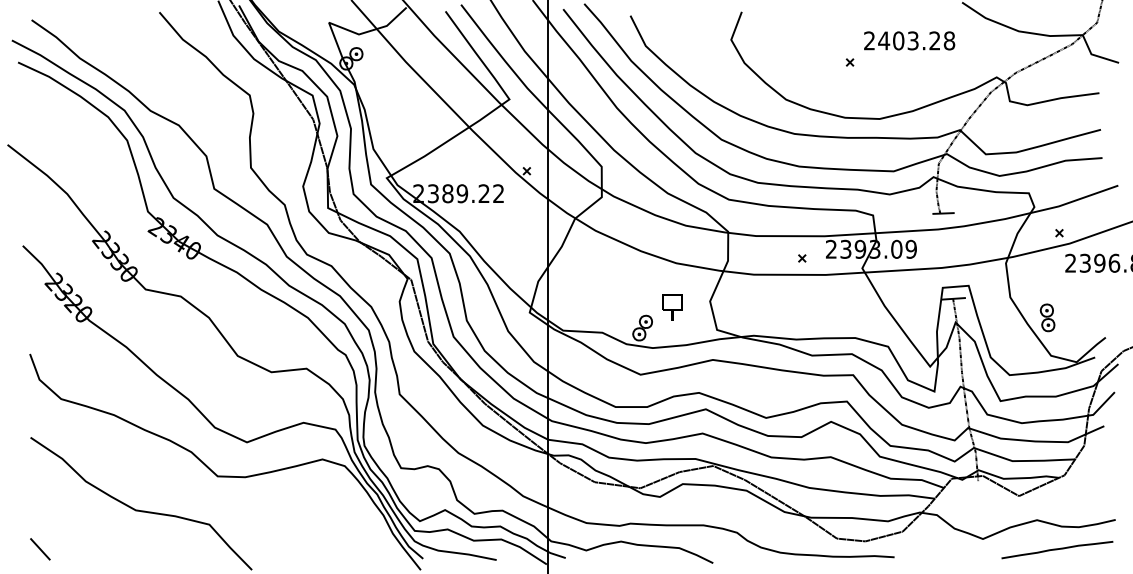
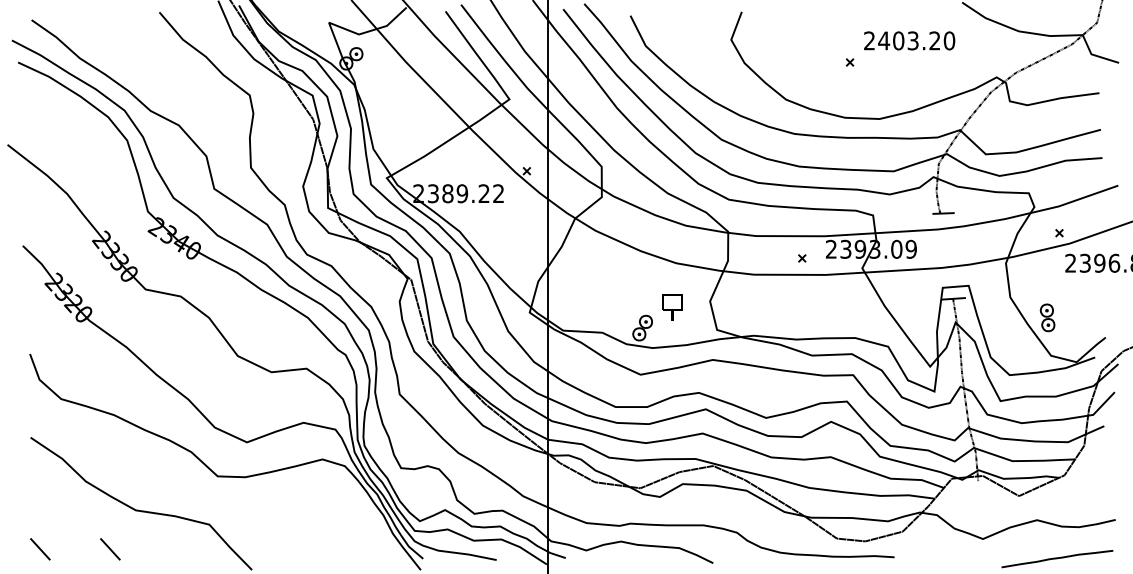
text at (949, 40): 2403.28 -> 2403.20
line at (110, 549): none -> present
curve at (1057, 550) position: (1057, 550) -> (1057, 559)
